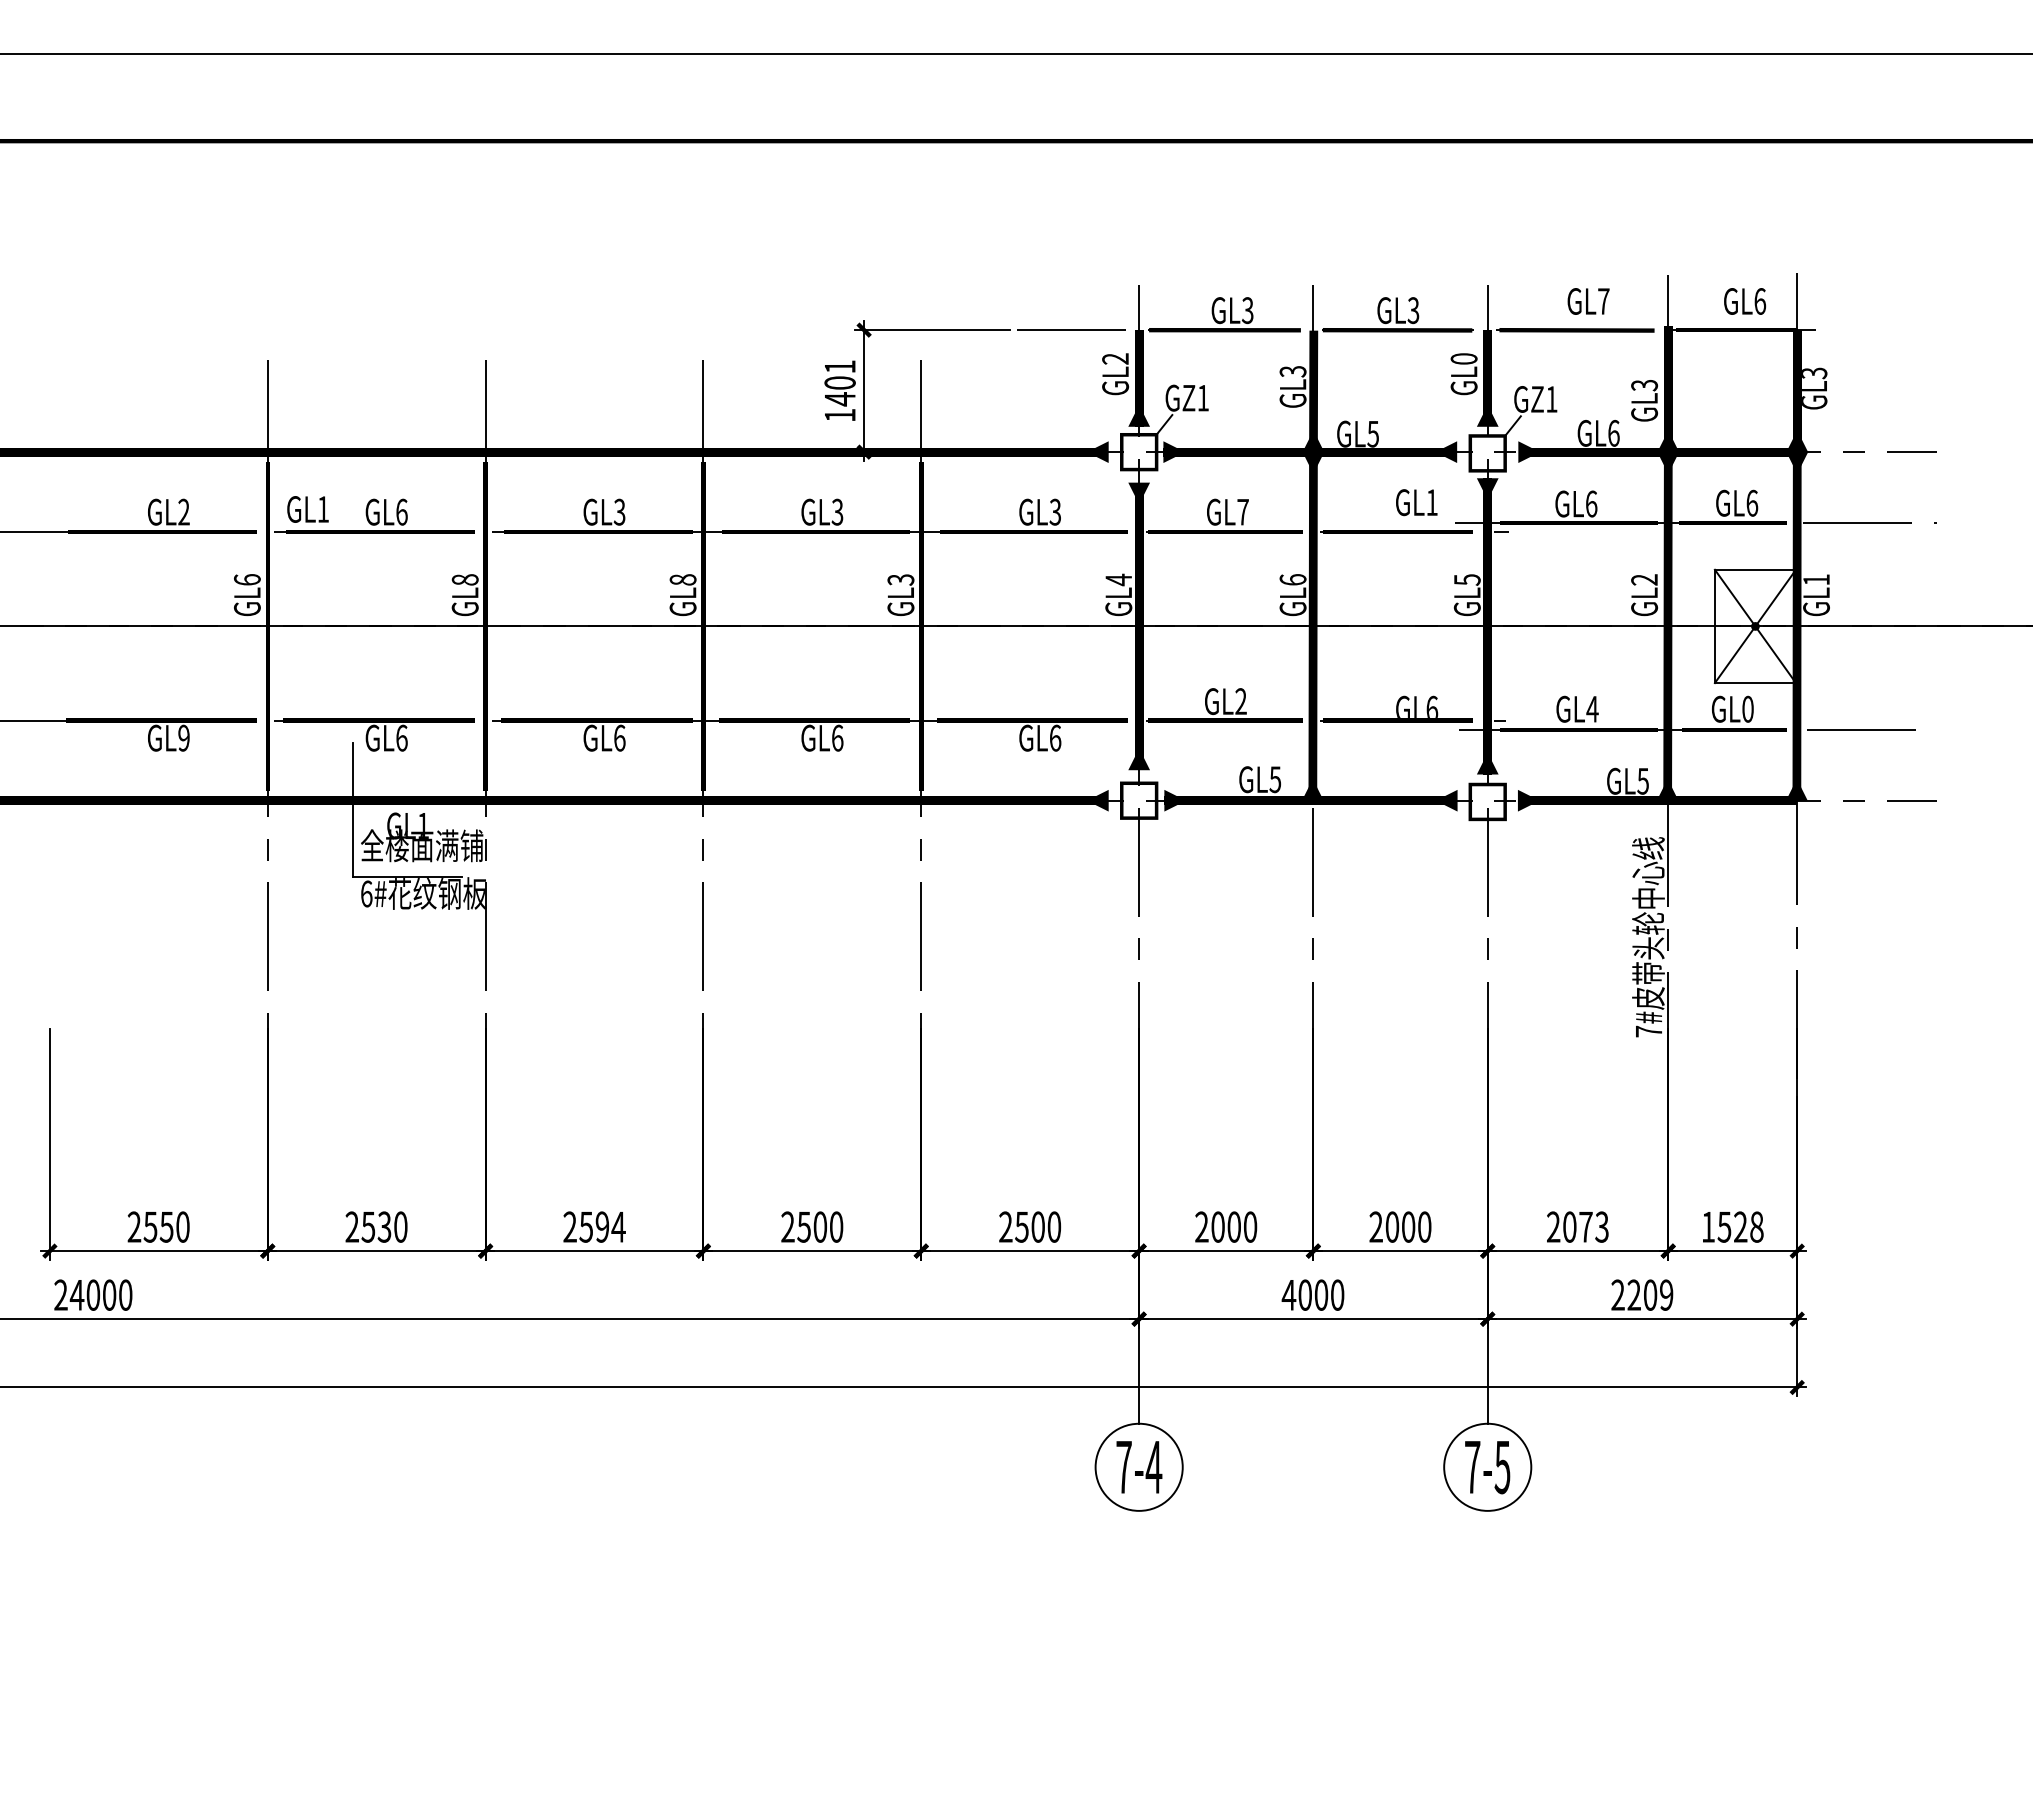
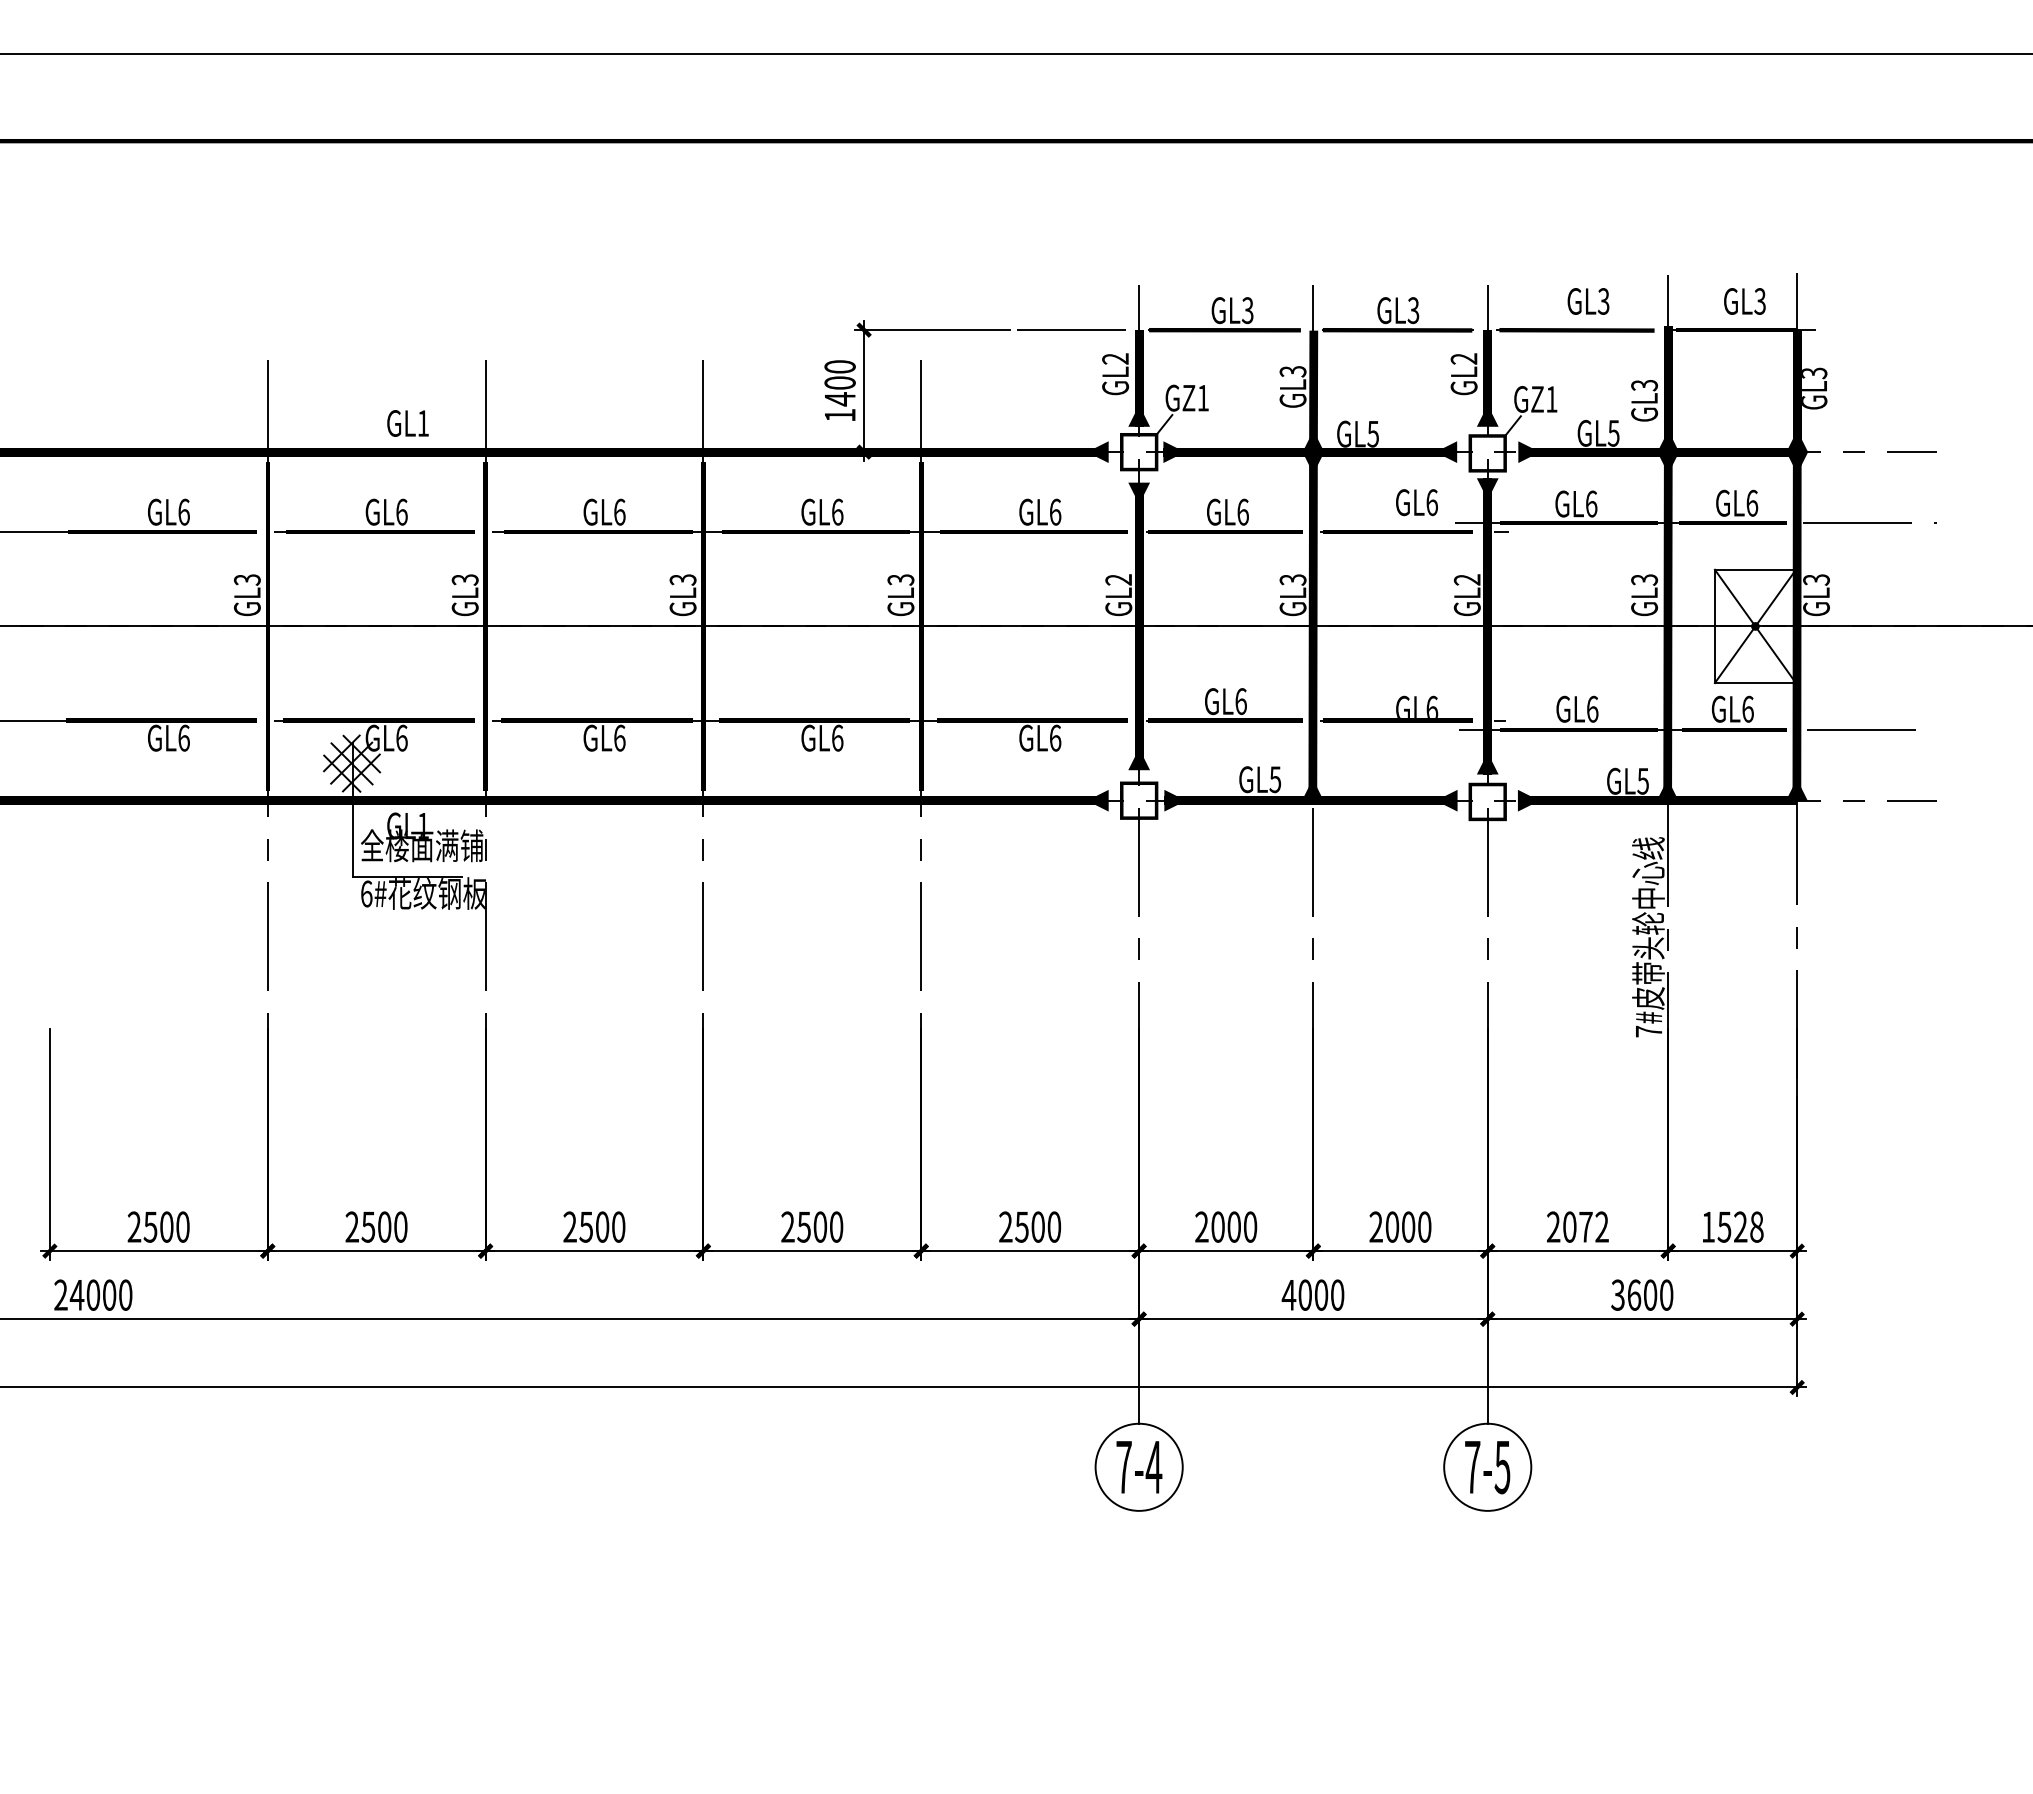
text at (1603, 301): GL7 -> GL3
text at (1760, 301): GL6 -> GL3
text at (1463, 358): GL0 -> GL2
text at (839, 366): 1401 -> 1400
text at (1613, 432): GL6 -> GL5
text at (1431, 502): GL1 -> GL6
text at (307, 509) position: (307, 509) -> (407, 423)
text at (183, 511): GL2 -> GL6
text at (619, 511): GL3 -> GL6
text at (837, 511): GL3 -> GL6
text at (1055, 511): GL3 -> GL6
text at (1242, 511): GL7 -> GL6
text at (246, 579): GL6 -> GL3
text at (464, 579): GL8 -> GL3
text at (682, 579): GL8 -> GL3
text at (1118, 579): GL4 -> GL2
text at (1292, 579): GL6 -> GL3
text at (1466, 579): GL5 -> GL2
text at (1644, 579): GL2 -> GL3
text at (1816, 579): GL1 -> GL3
text at (1240, 701): GL2 -> GL6
text at (1592, 708): GL4 -> GL6
text at (1747, 708): GL0 -> GL6
text at (183, 737): GL9 -> GL6
hatch at (351, 763): none -> present
text at (166, 1226): 2550 -> 2500
text at (384, 1226): 2530 -> 2500
text at (610, 1226): 2594 -> 2500
text at (1601, 1227): 2073 -> 2072
text at (1642, 1294): 2209 -> 3600
